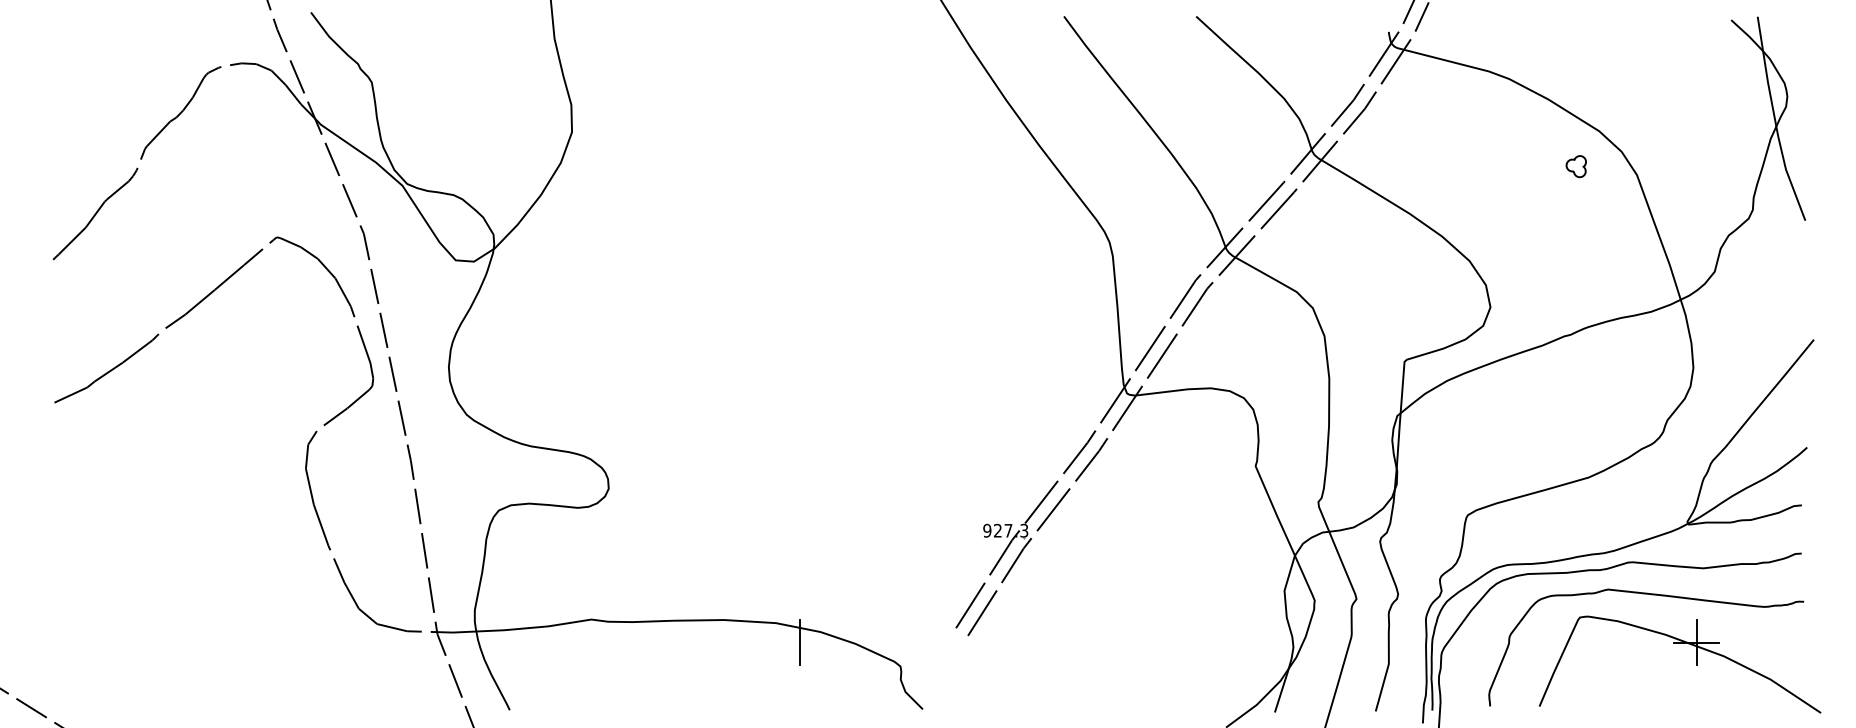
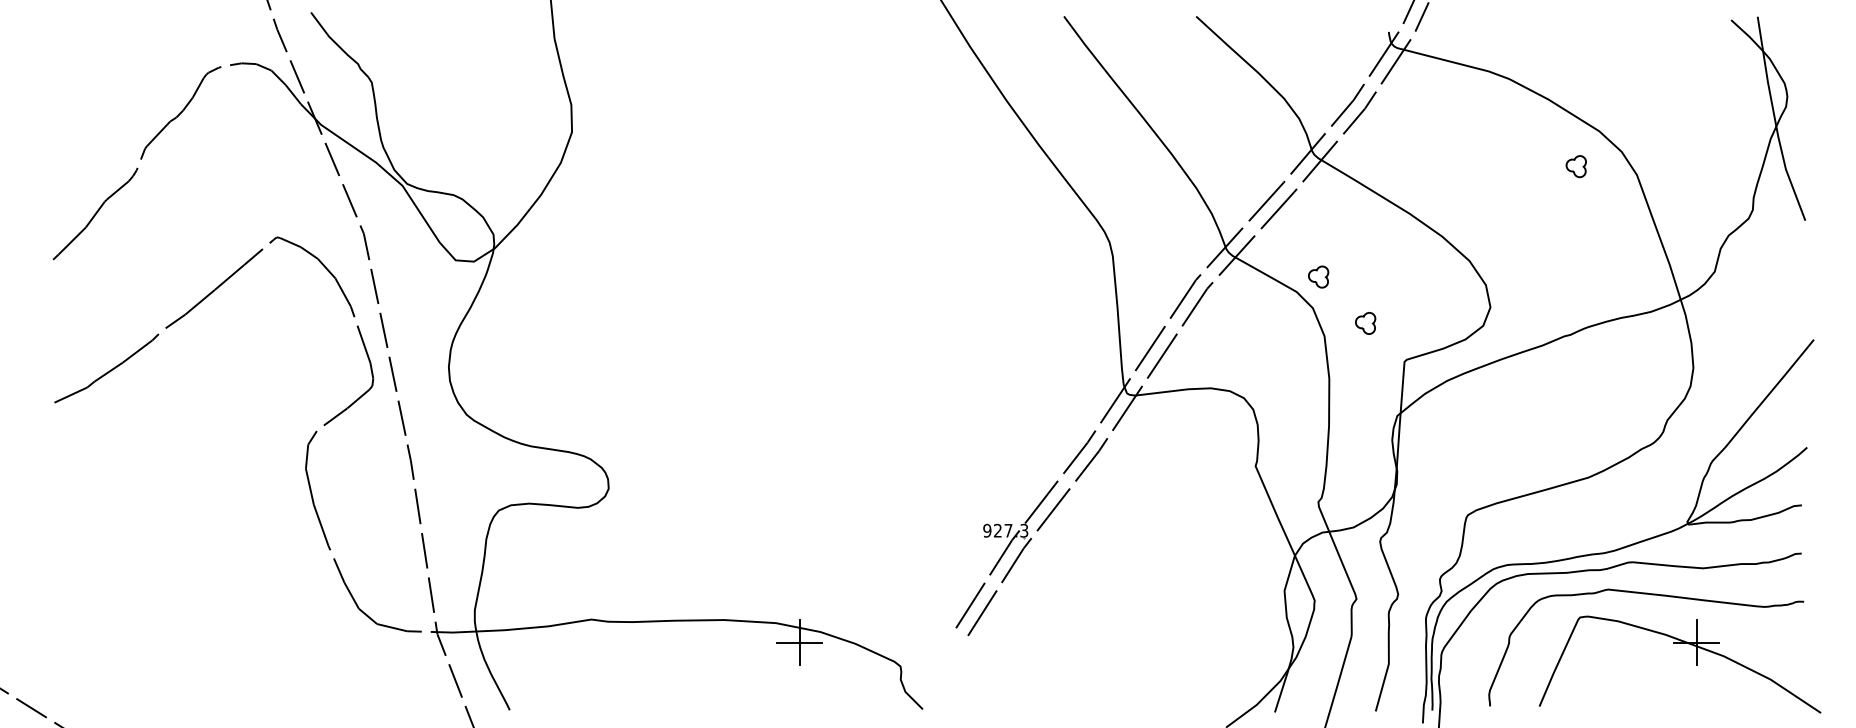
part at (1318, 276): none -> present
part at (1365, 323): none -> present
line at (799, 642): none -> present
